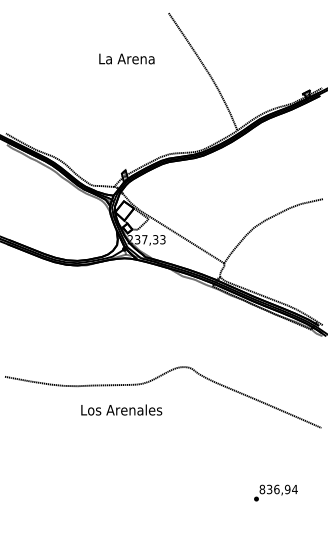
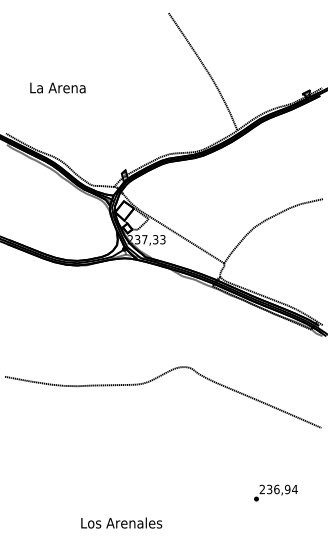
text at (126, 58) position: (126, 58) -> (57, 87)
text at (121, 409) position: (121, 409) -> (121, 522)
text at (262, 489): 836,94 -> 236,94
